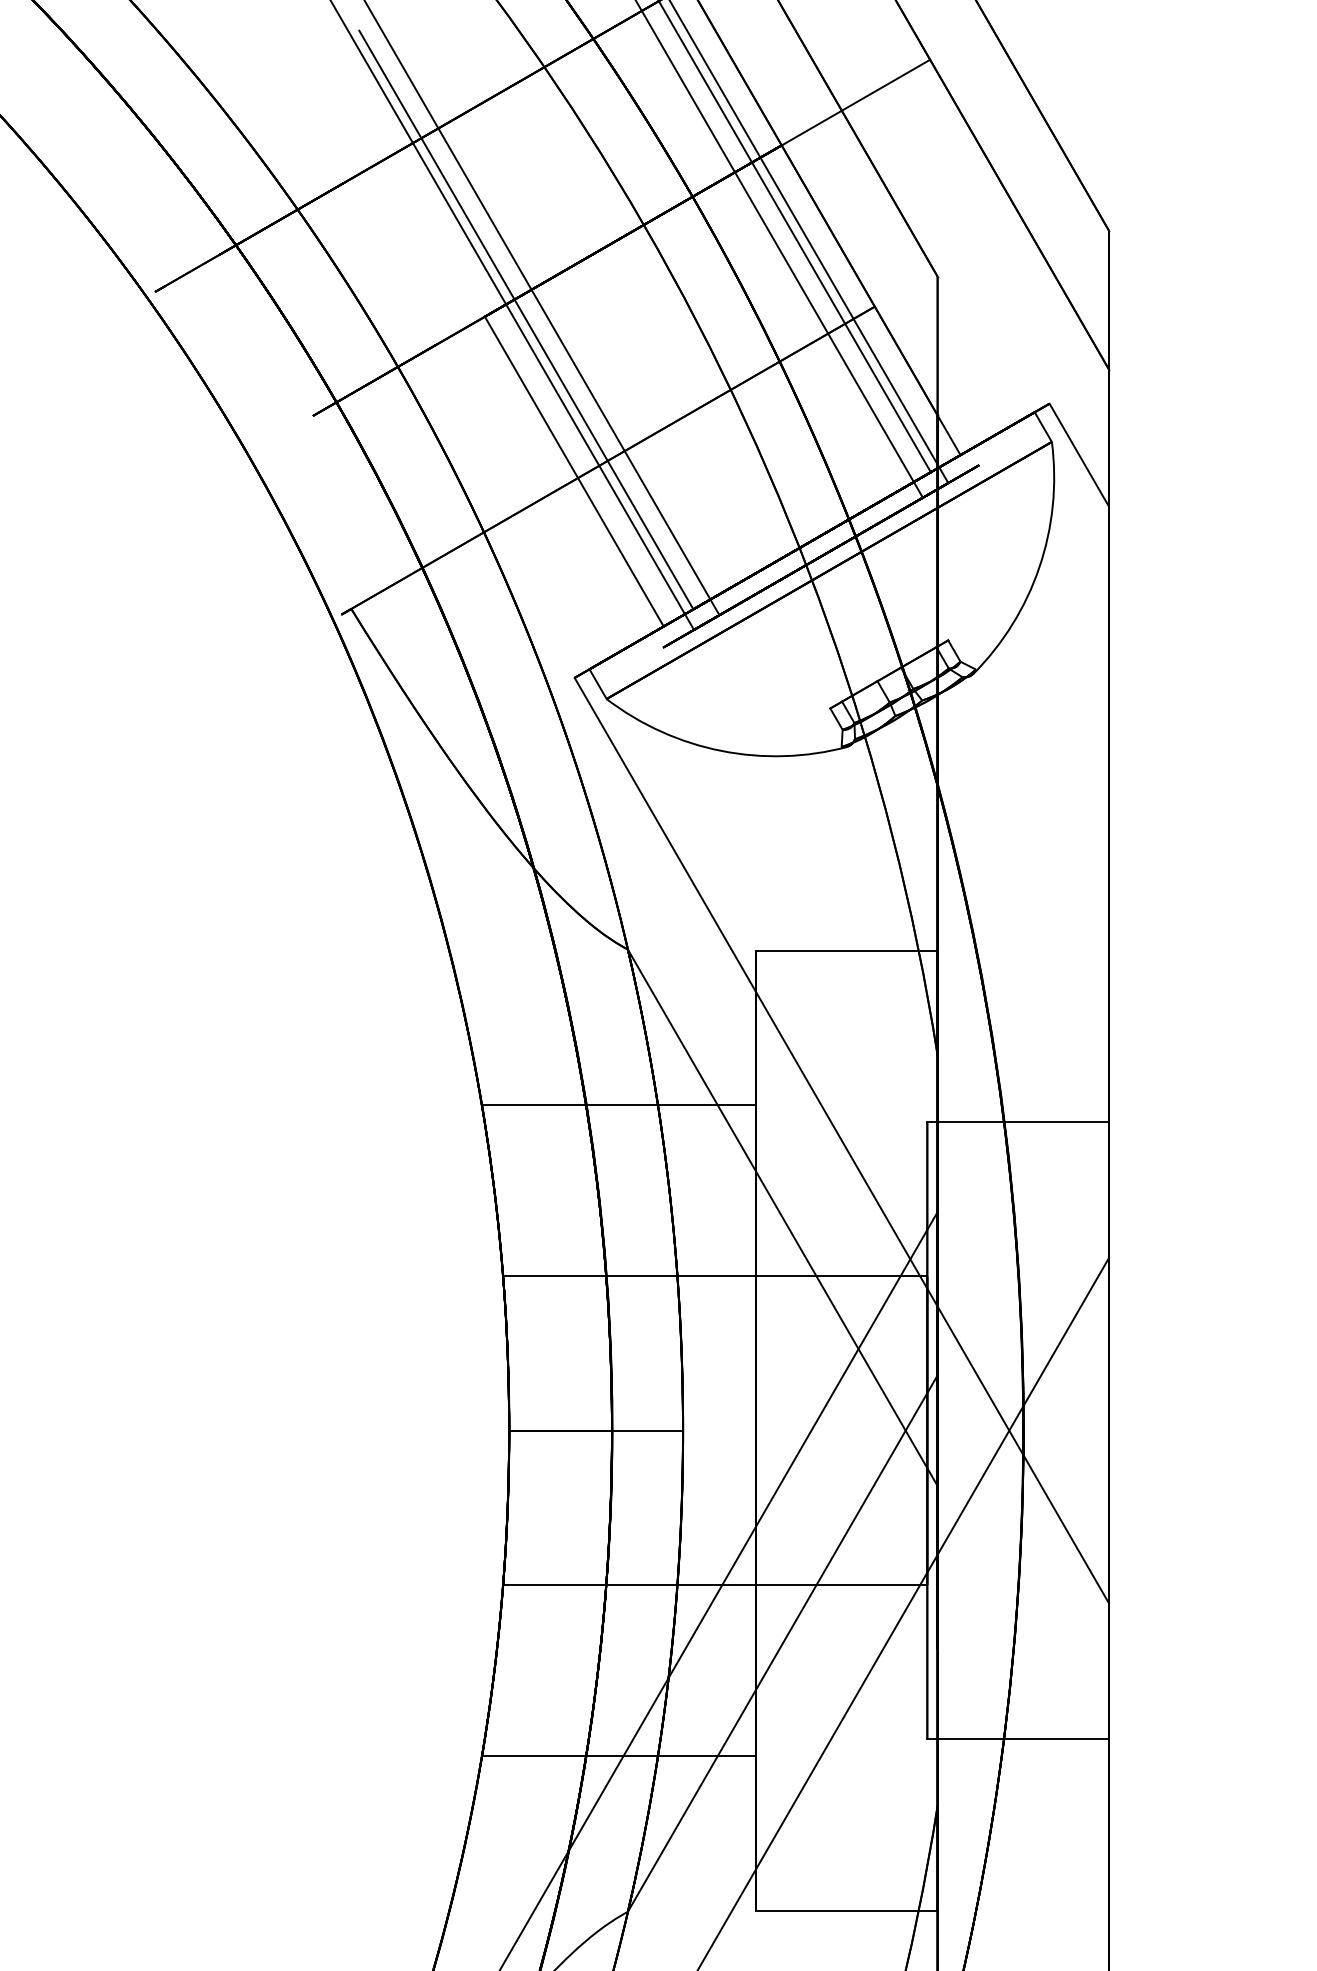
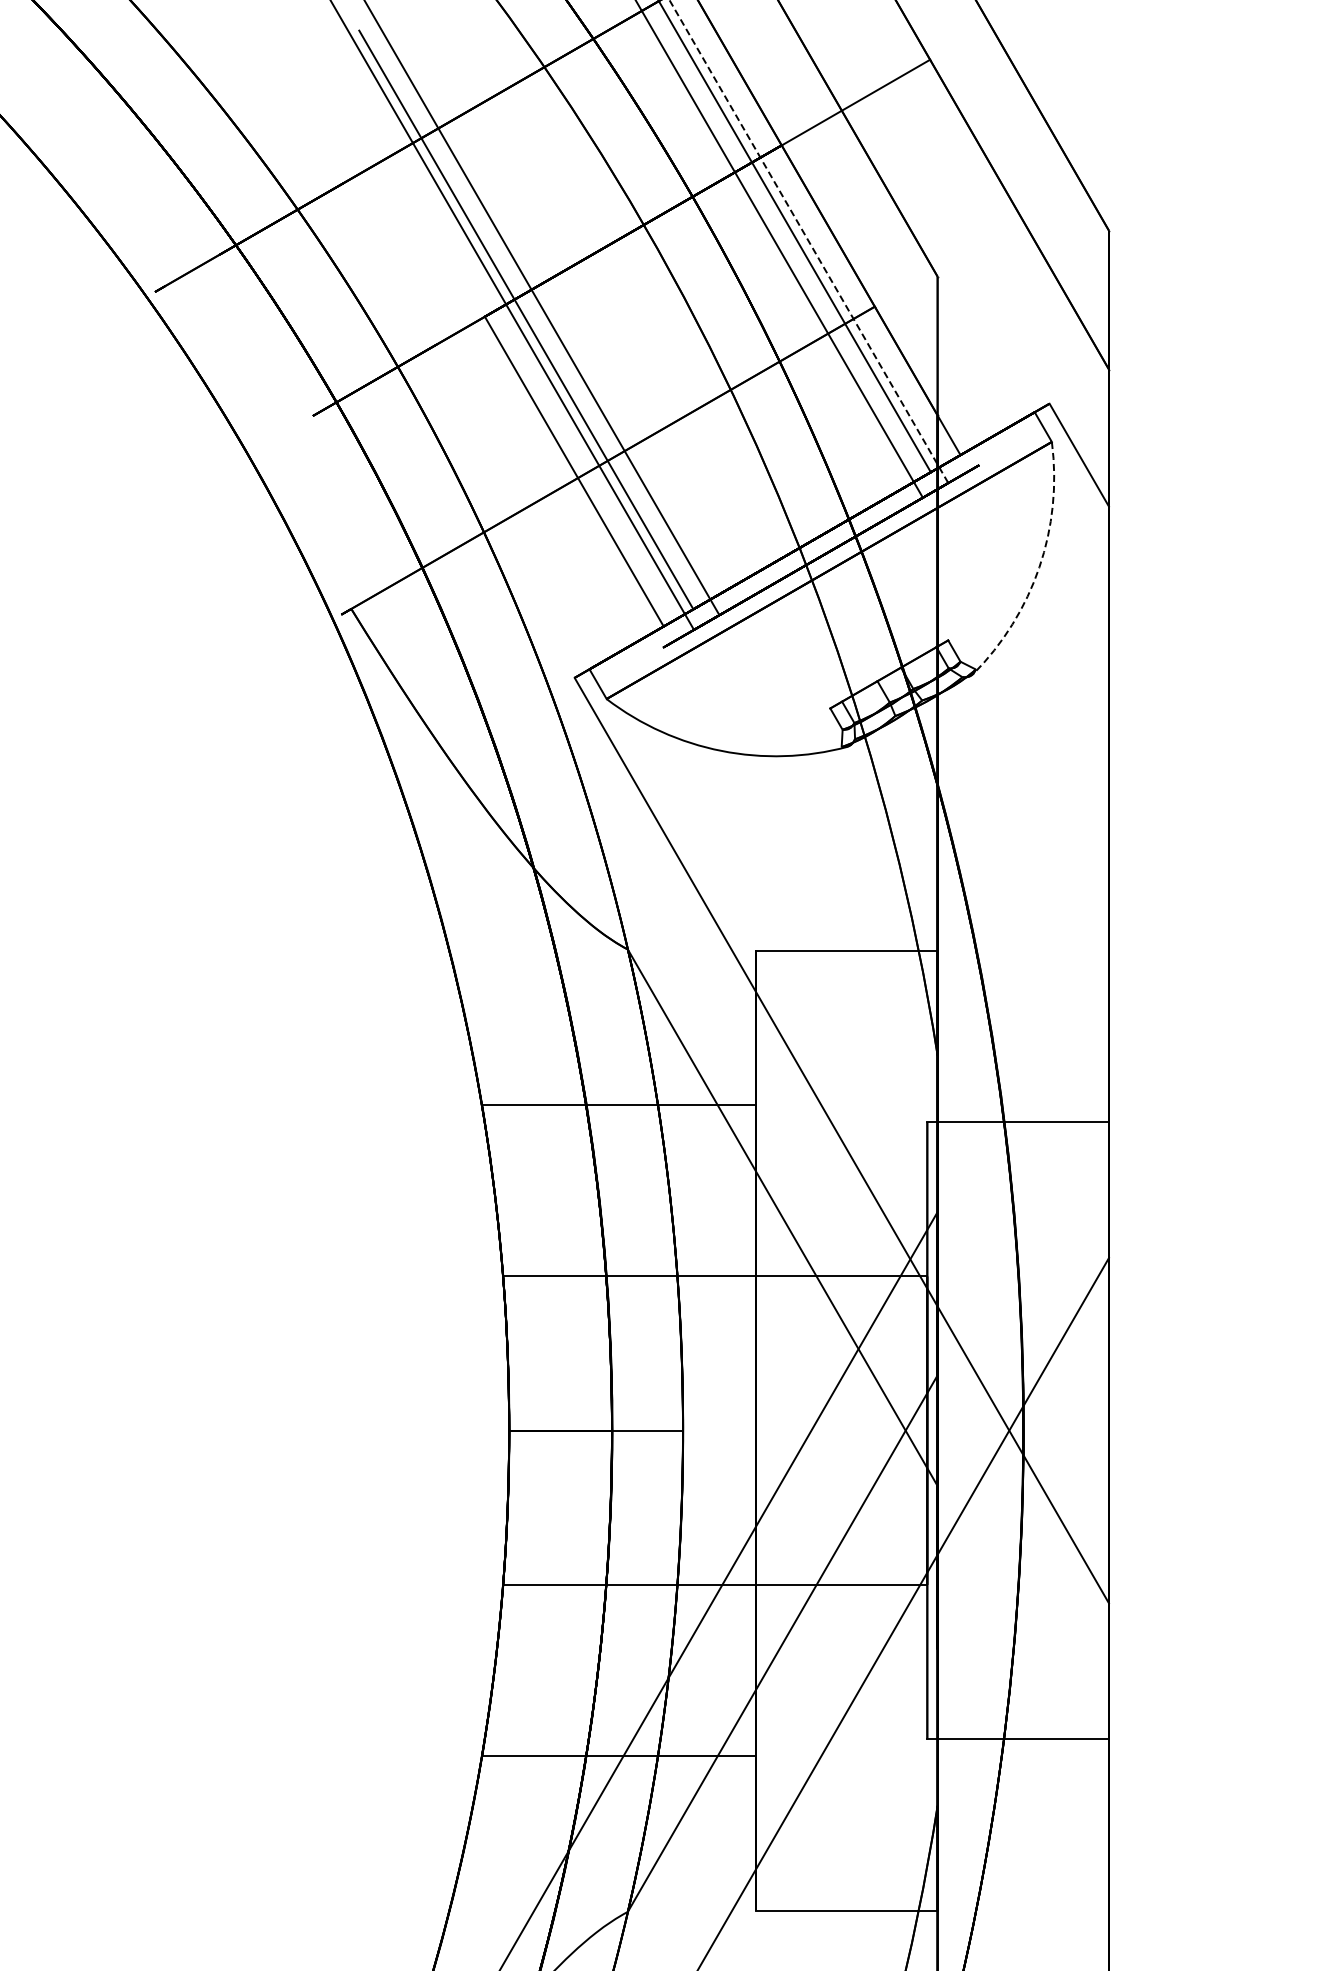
line at (808, 241): solid -> dashed
arc at (1039, 567): solid -> dashed
